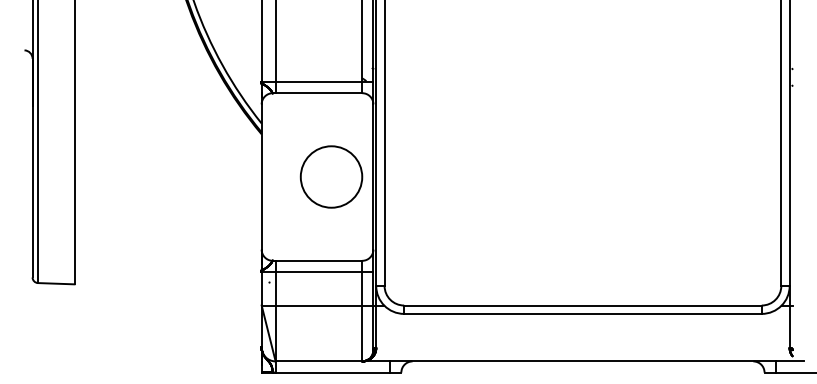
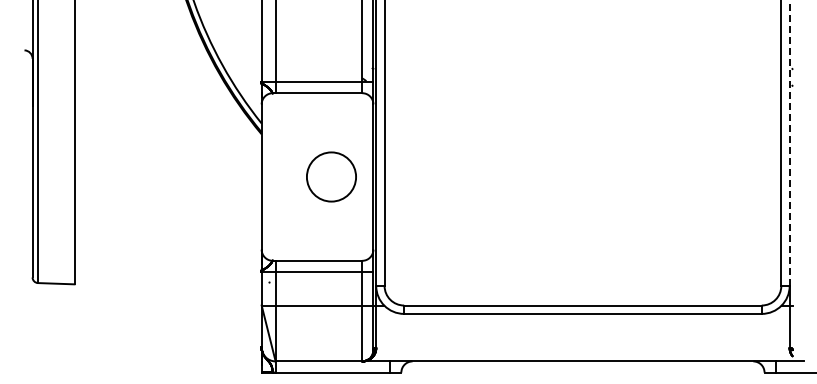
line at (789, 143): solid -> dashed
part at (331, 176) size: 65x64 px -> 51x52 px
